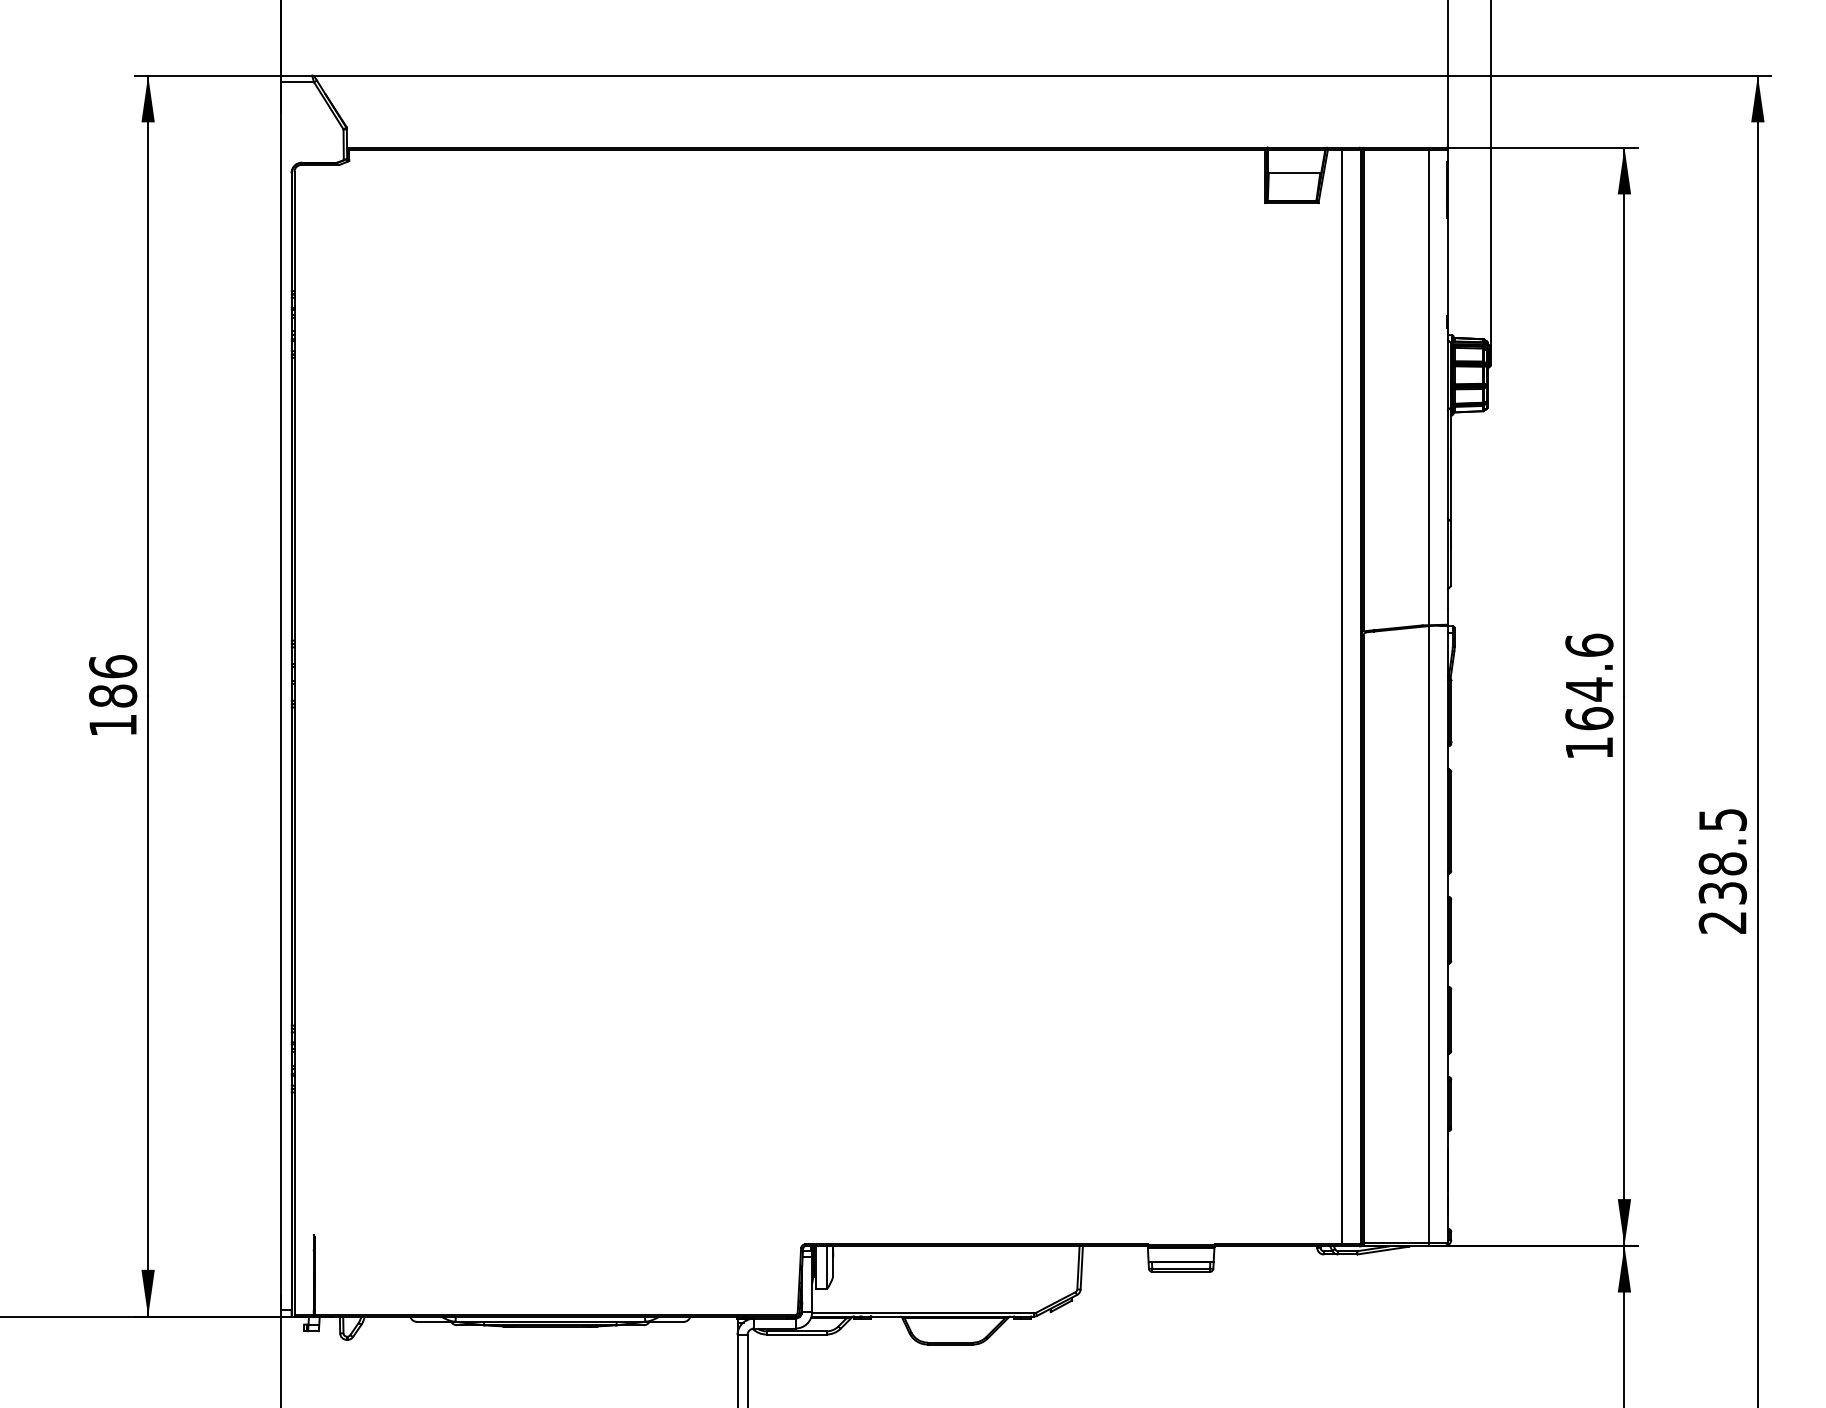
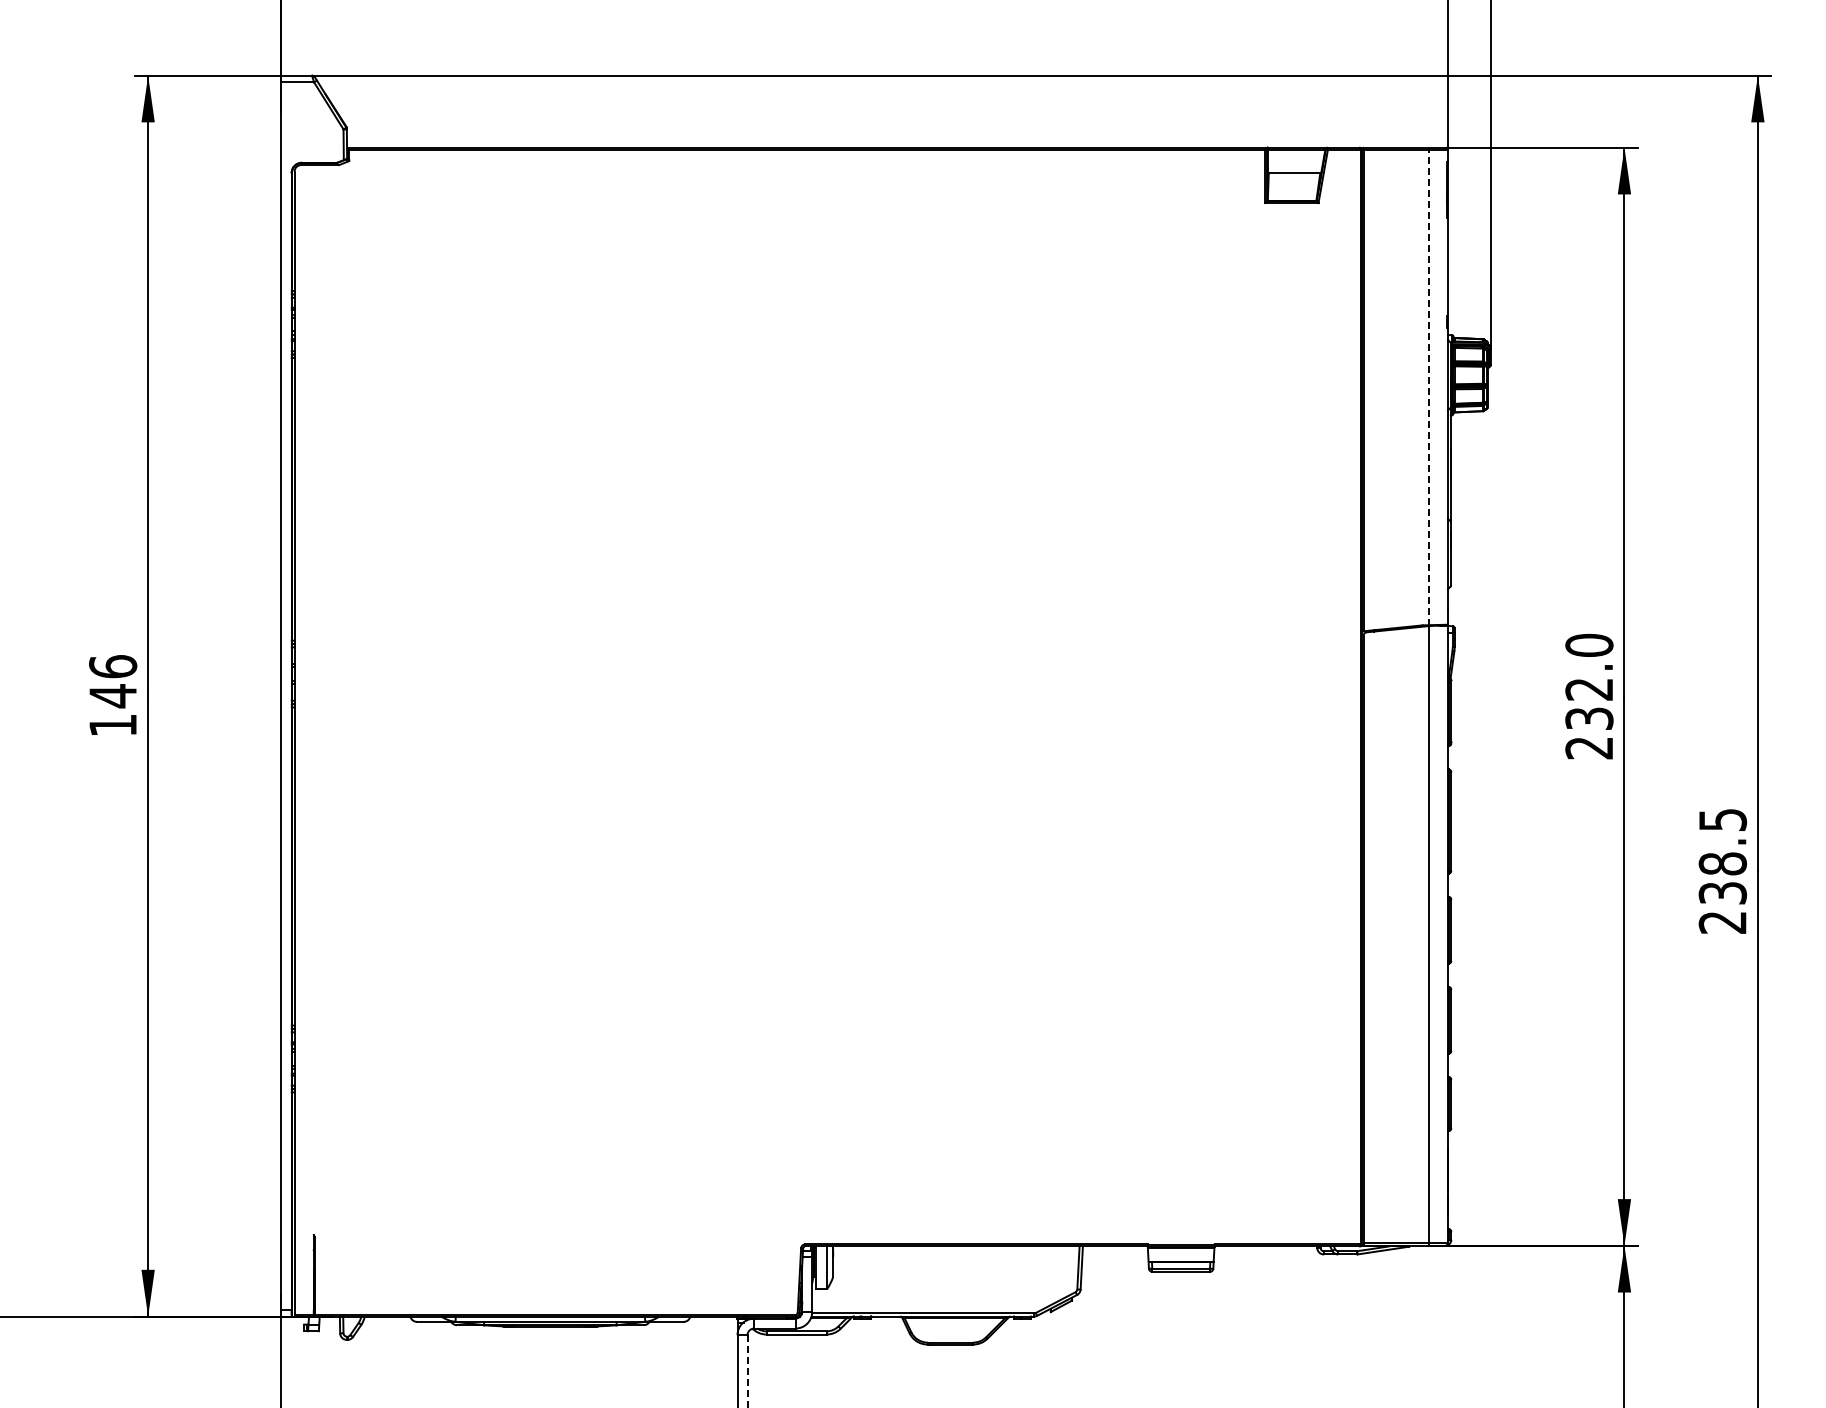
line at (1429, 386): solid -> dashed
text at (113, 696): 186 -> 146
line at (1342, 696): present -> none
text at (1589, 696): 164.6 -> 232.0
line at (747, 1371): solid -> dashed
